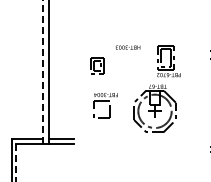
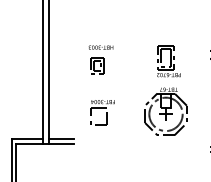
text at (127, 47) position: (127, 47) -> (100, 47)
line at (43, 71): dashed -> solid
part at (105, 105) position: (105, 105) -> (102, 112)
part at (154, 108) position: (154, 108) -> (165, 111)
line at (16, 162): dashed -> solid
